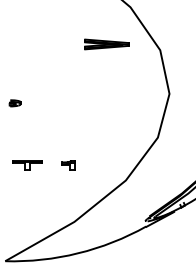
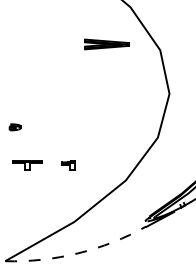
part at (14, 103) position: (14, 103) -> (14, 127)
arc at (78, 253): solid -> dashed
